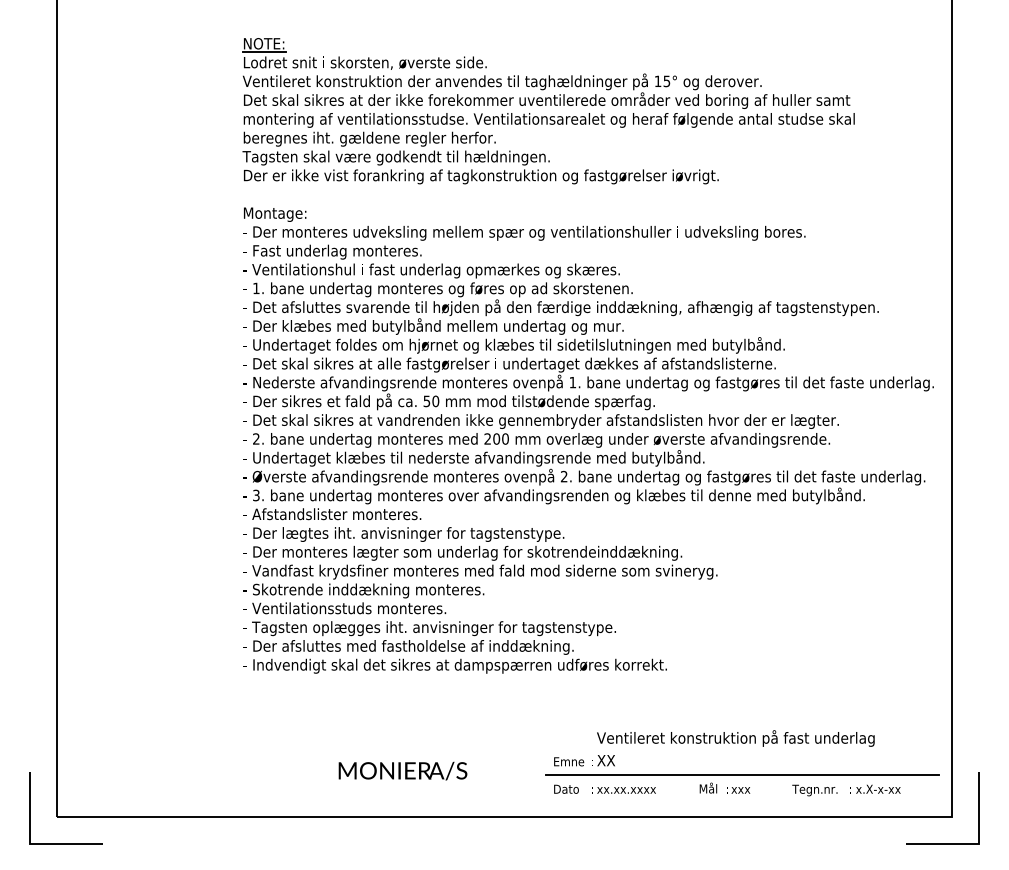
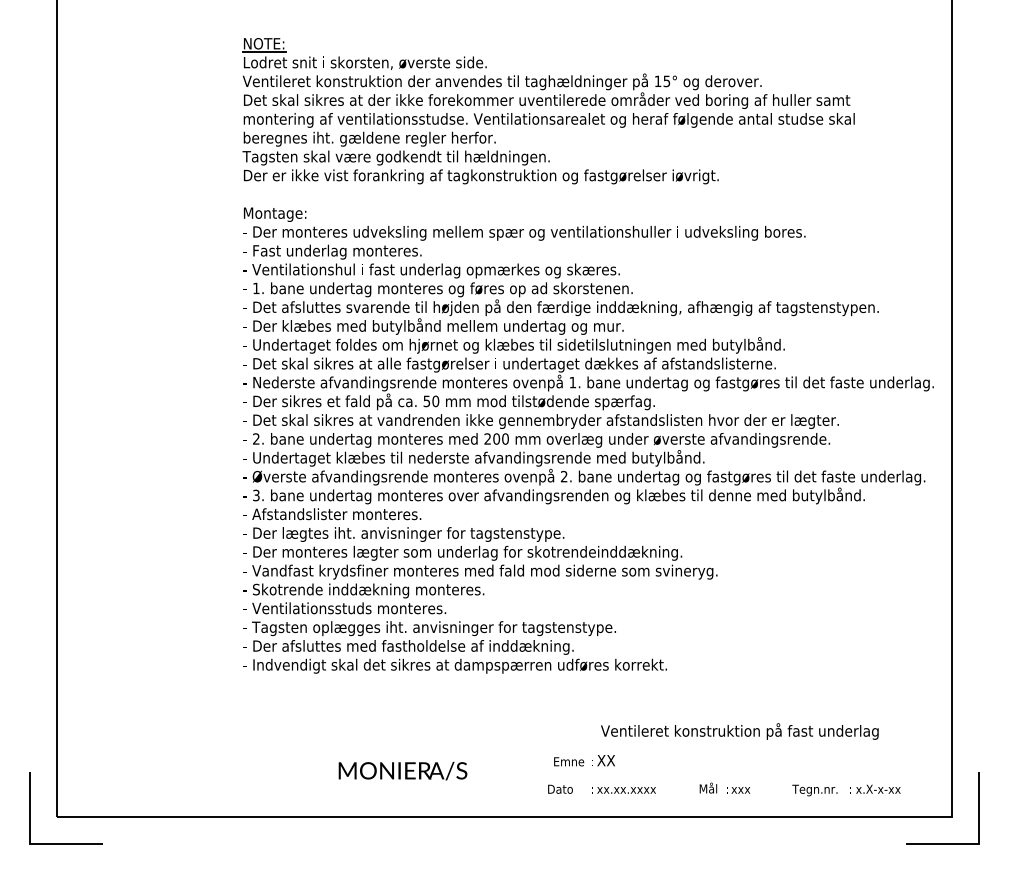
text at (735, 738) position: (735, 738) -> (739, 731)
line at (742, 775): present -> none
text at (566, 788) position: (566, 788) -> (560, 788)
